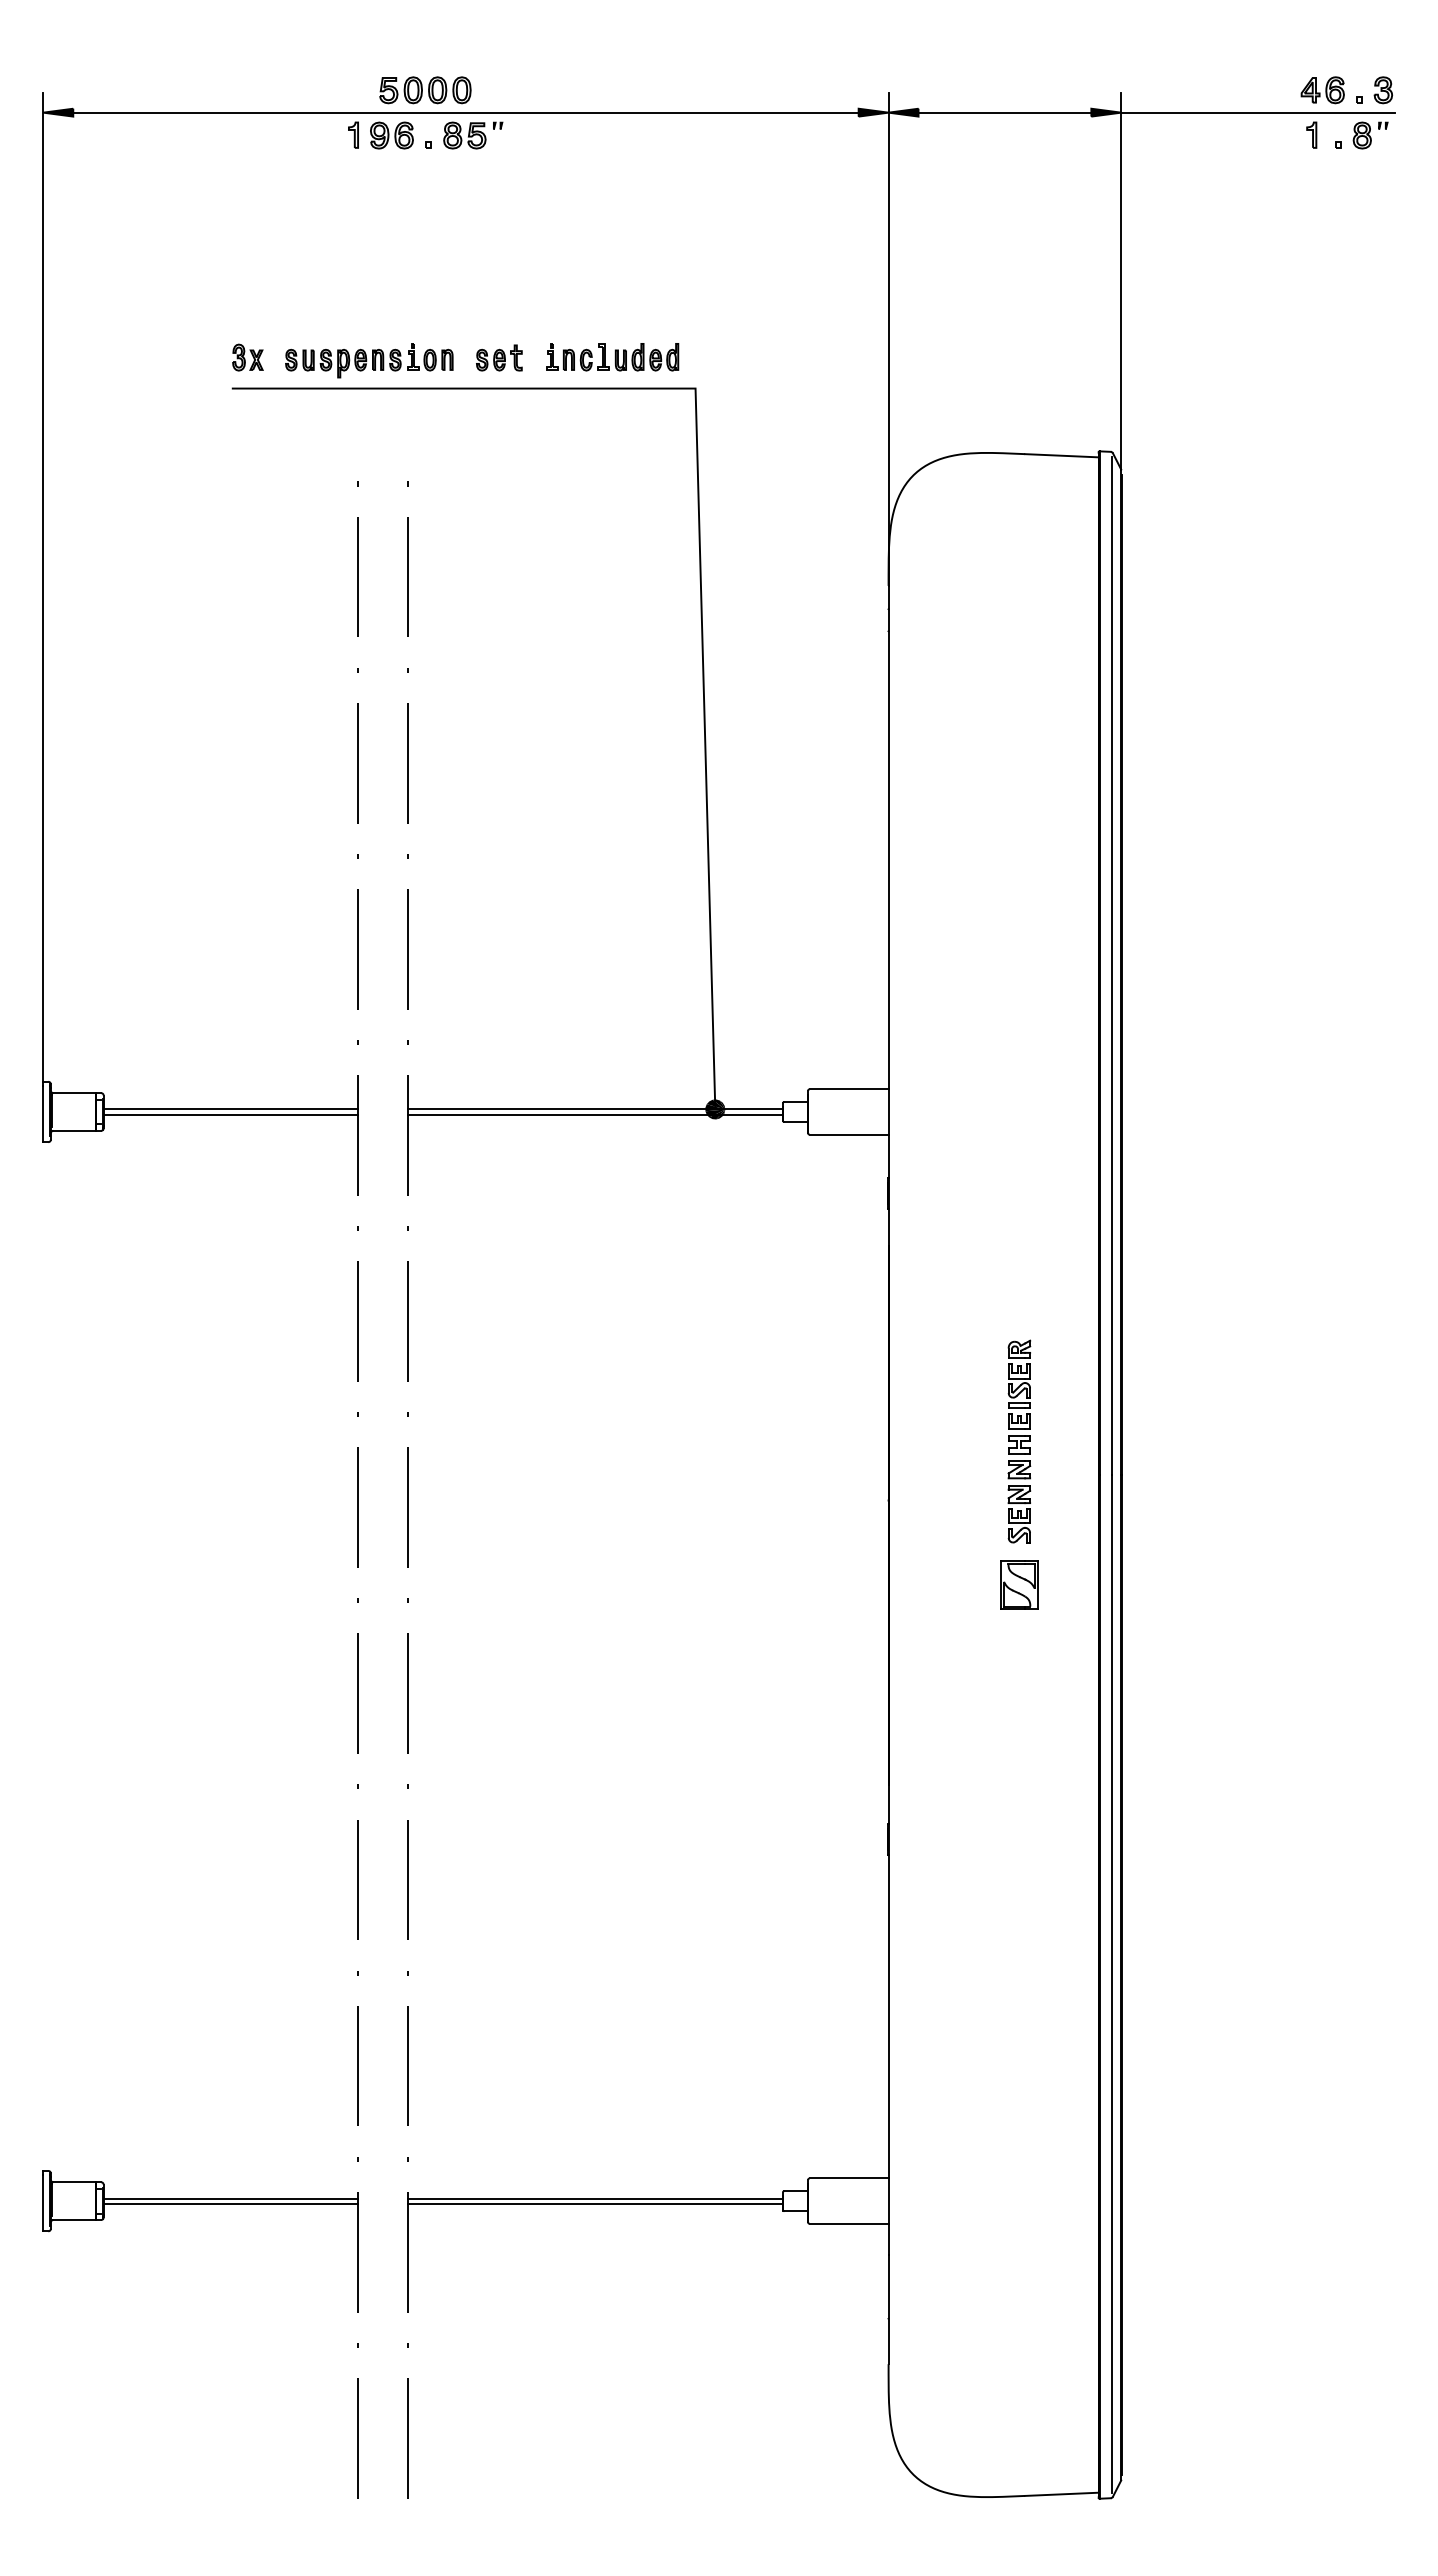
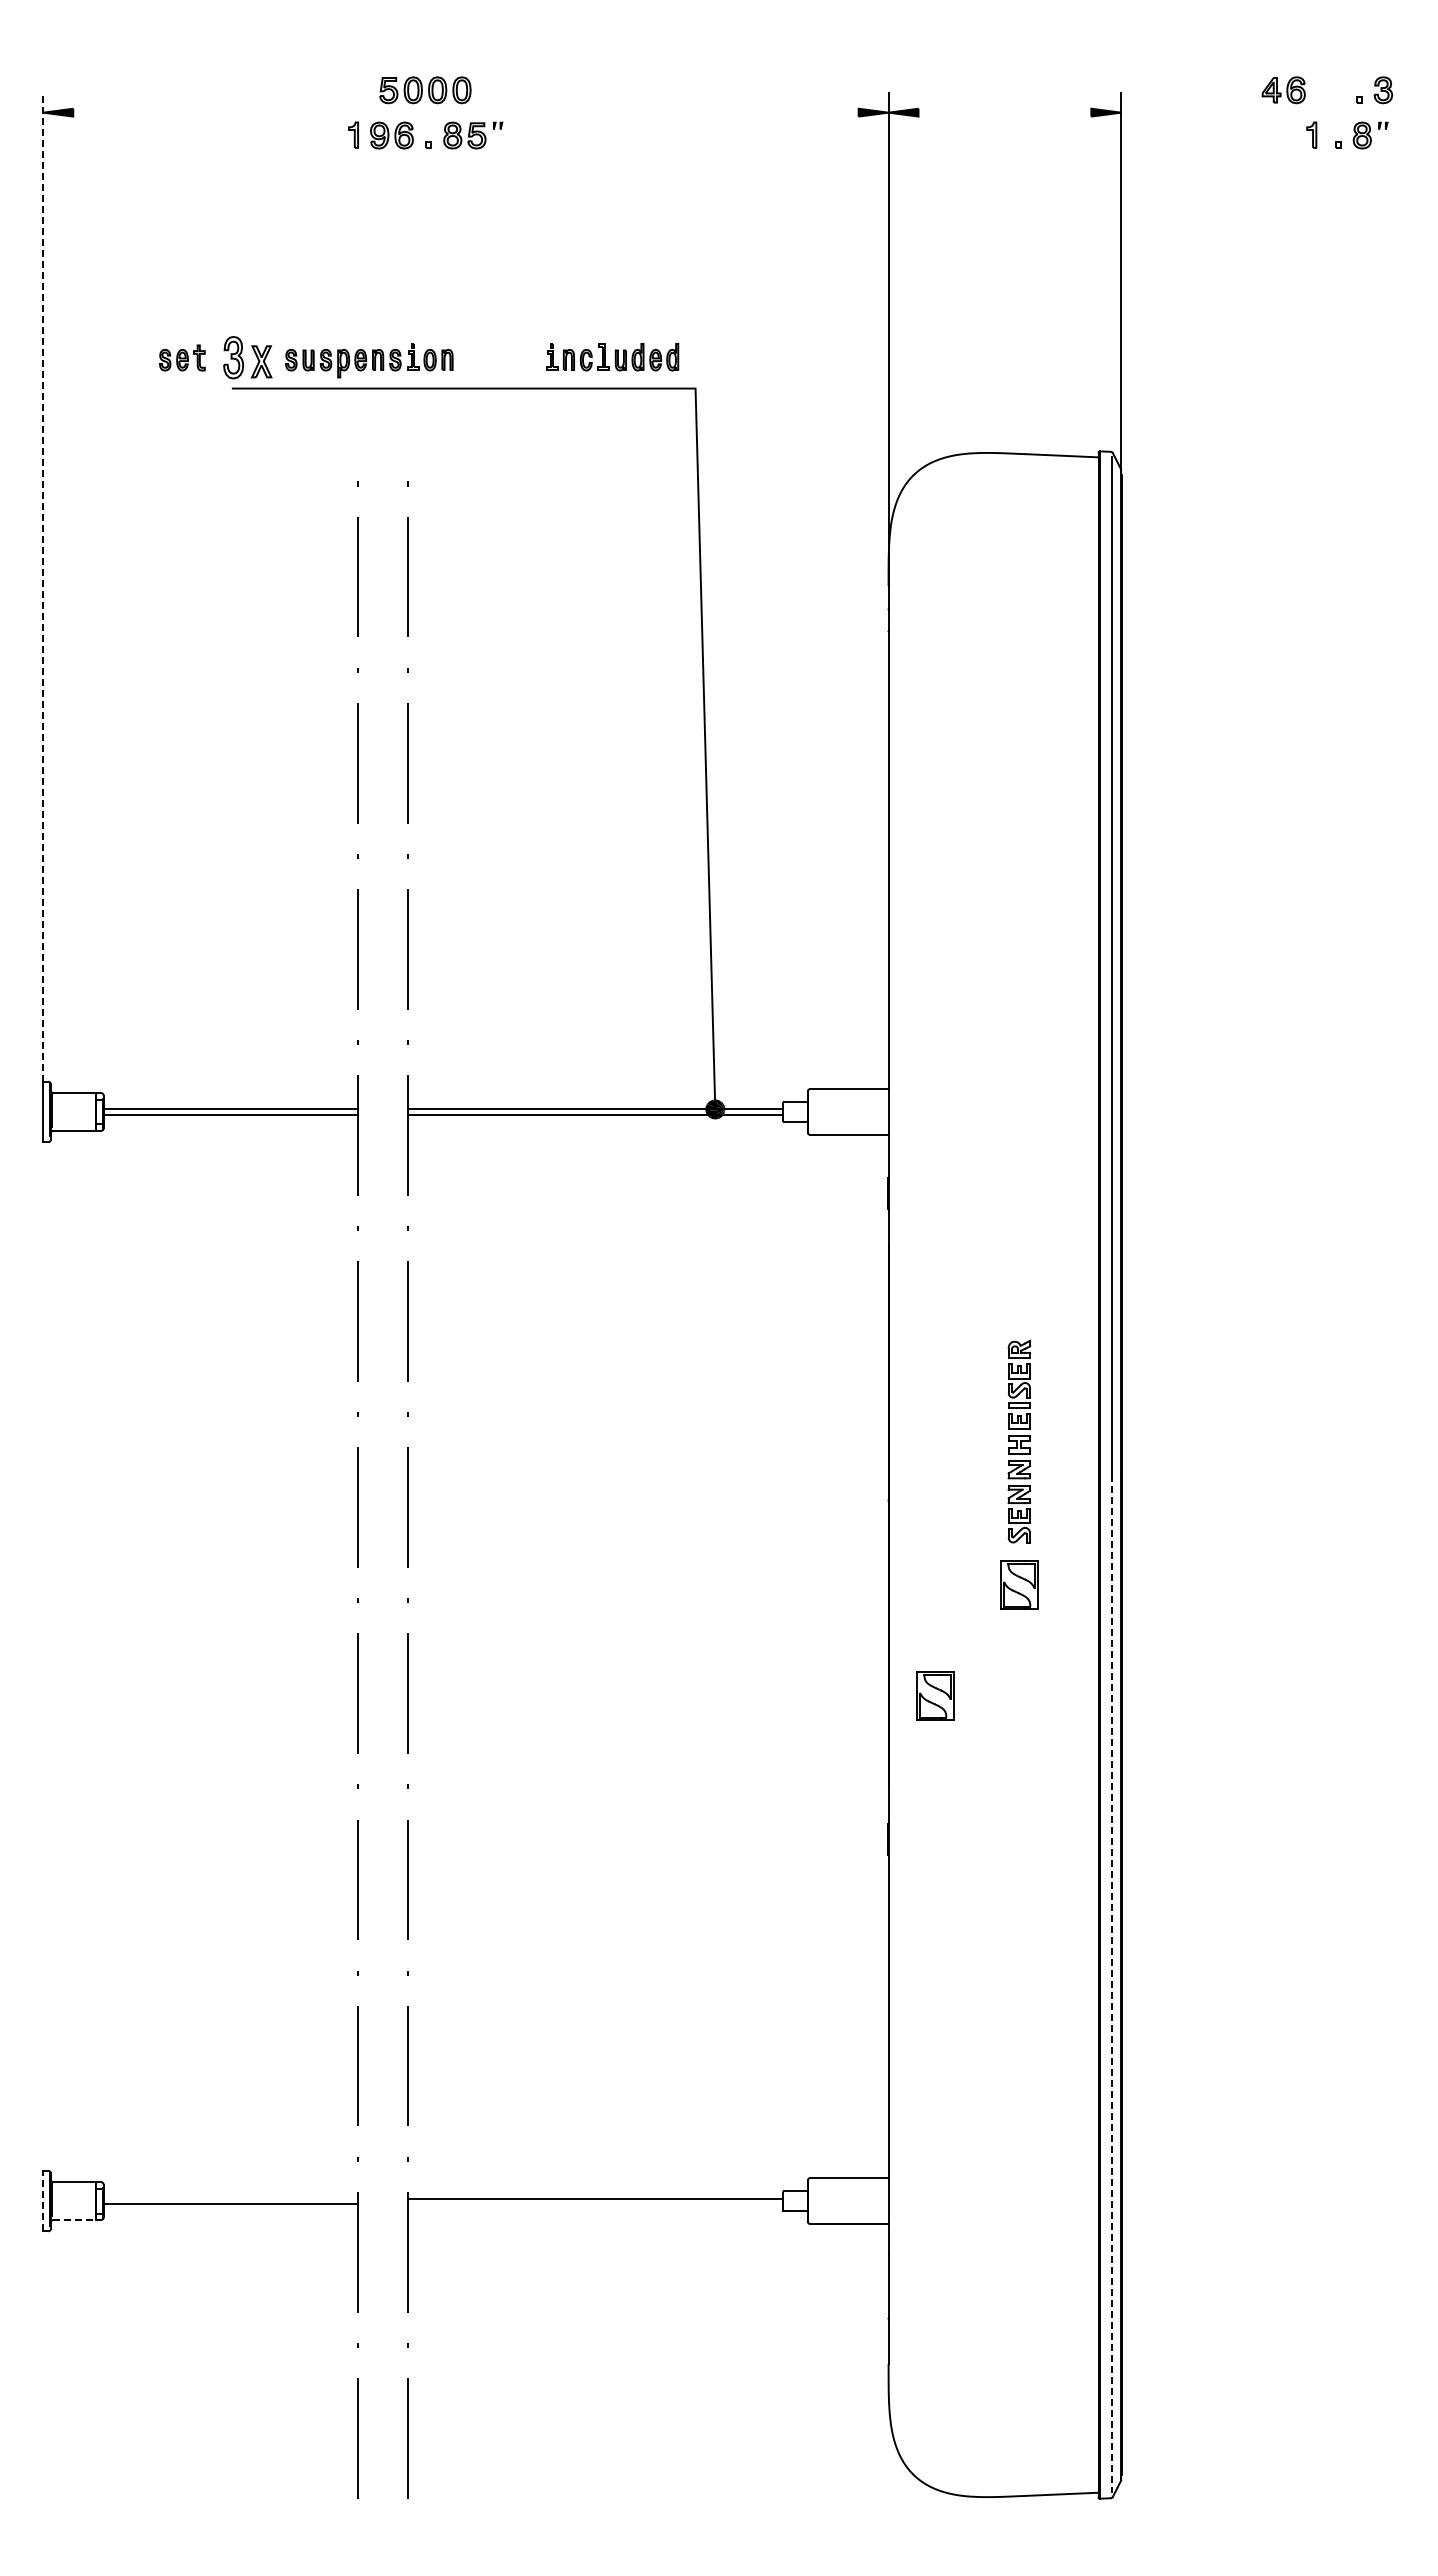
part at (1322, 90) position: (1322, 90) -> (1283, 90)
line at (465, 112): present -> none
line at (1004, 112): present -> none
line at (1257, 112): present -> none
part at (247, 357) size: 32x29 px -> 50x44 px
part at (499, 357) position: (499, 357) -> (182, 357)
line at (43, 587): solid -> dashed
part at (935, 1695): none -> present
line at (1112, 1984): solid -> dashed
line at (230, 2198): present -> none
line at (43, 2202): solid -> dashed
line at (595, 2203): present -> none
line at (75, 2220): solid -> dashed
